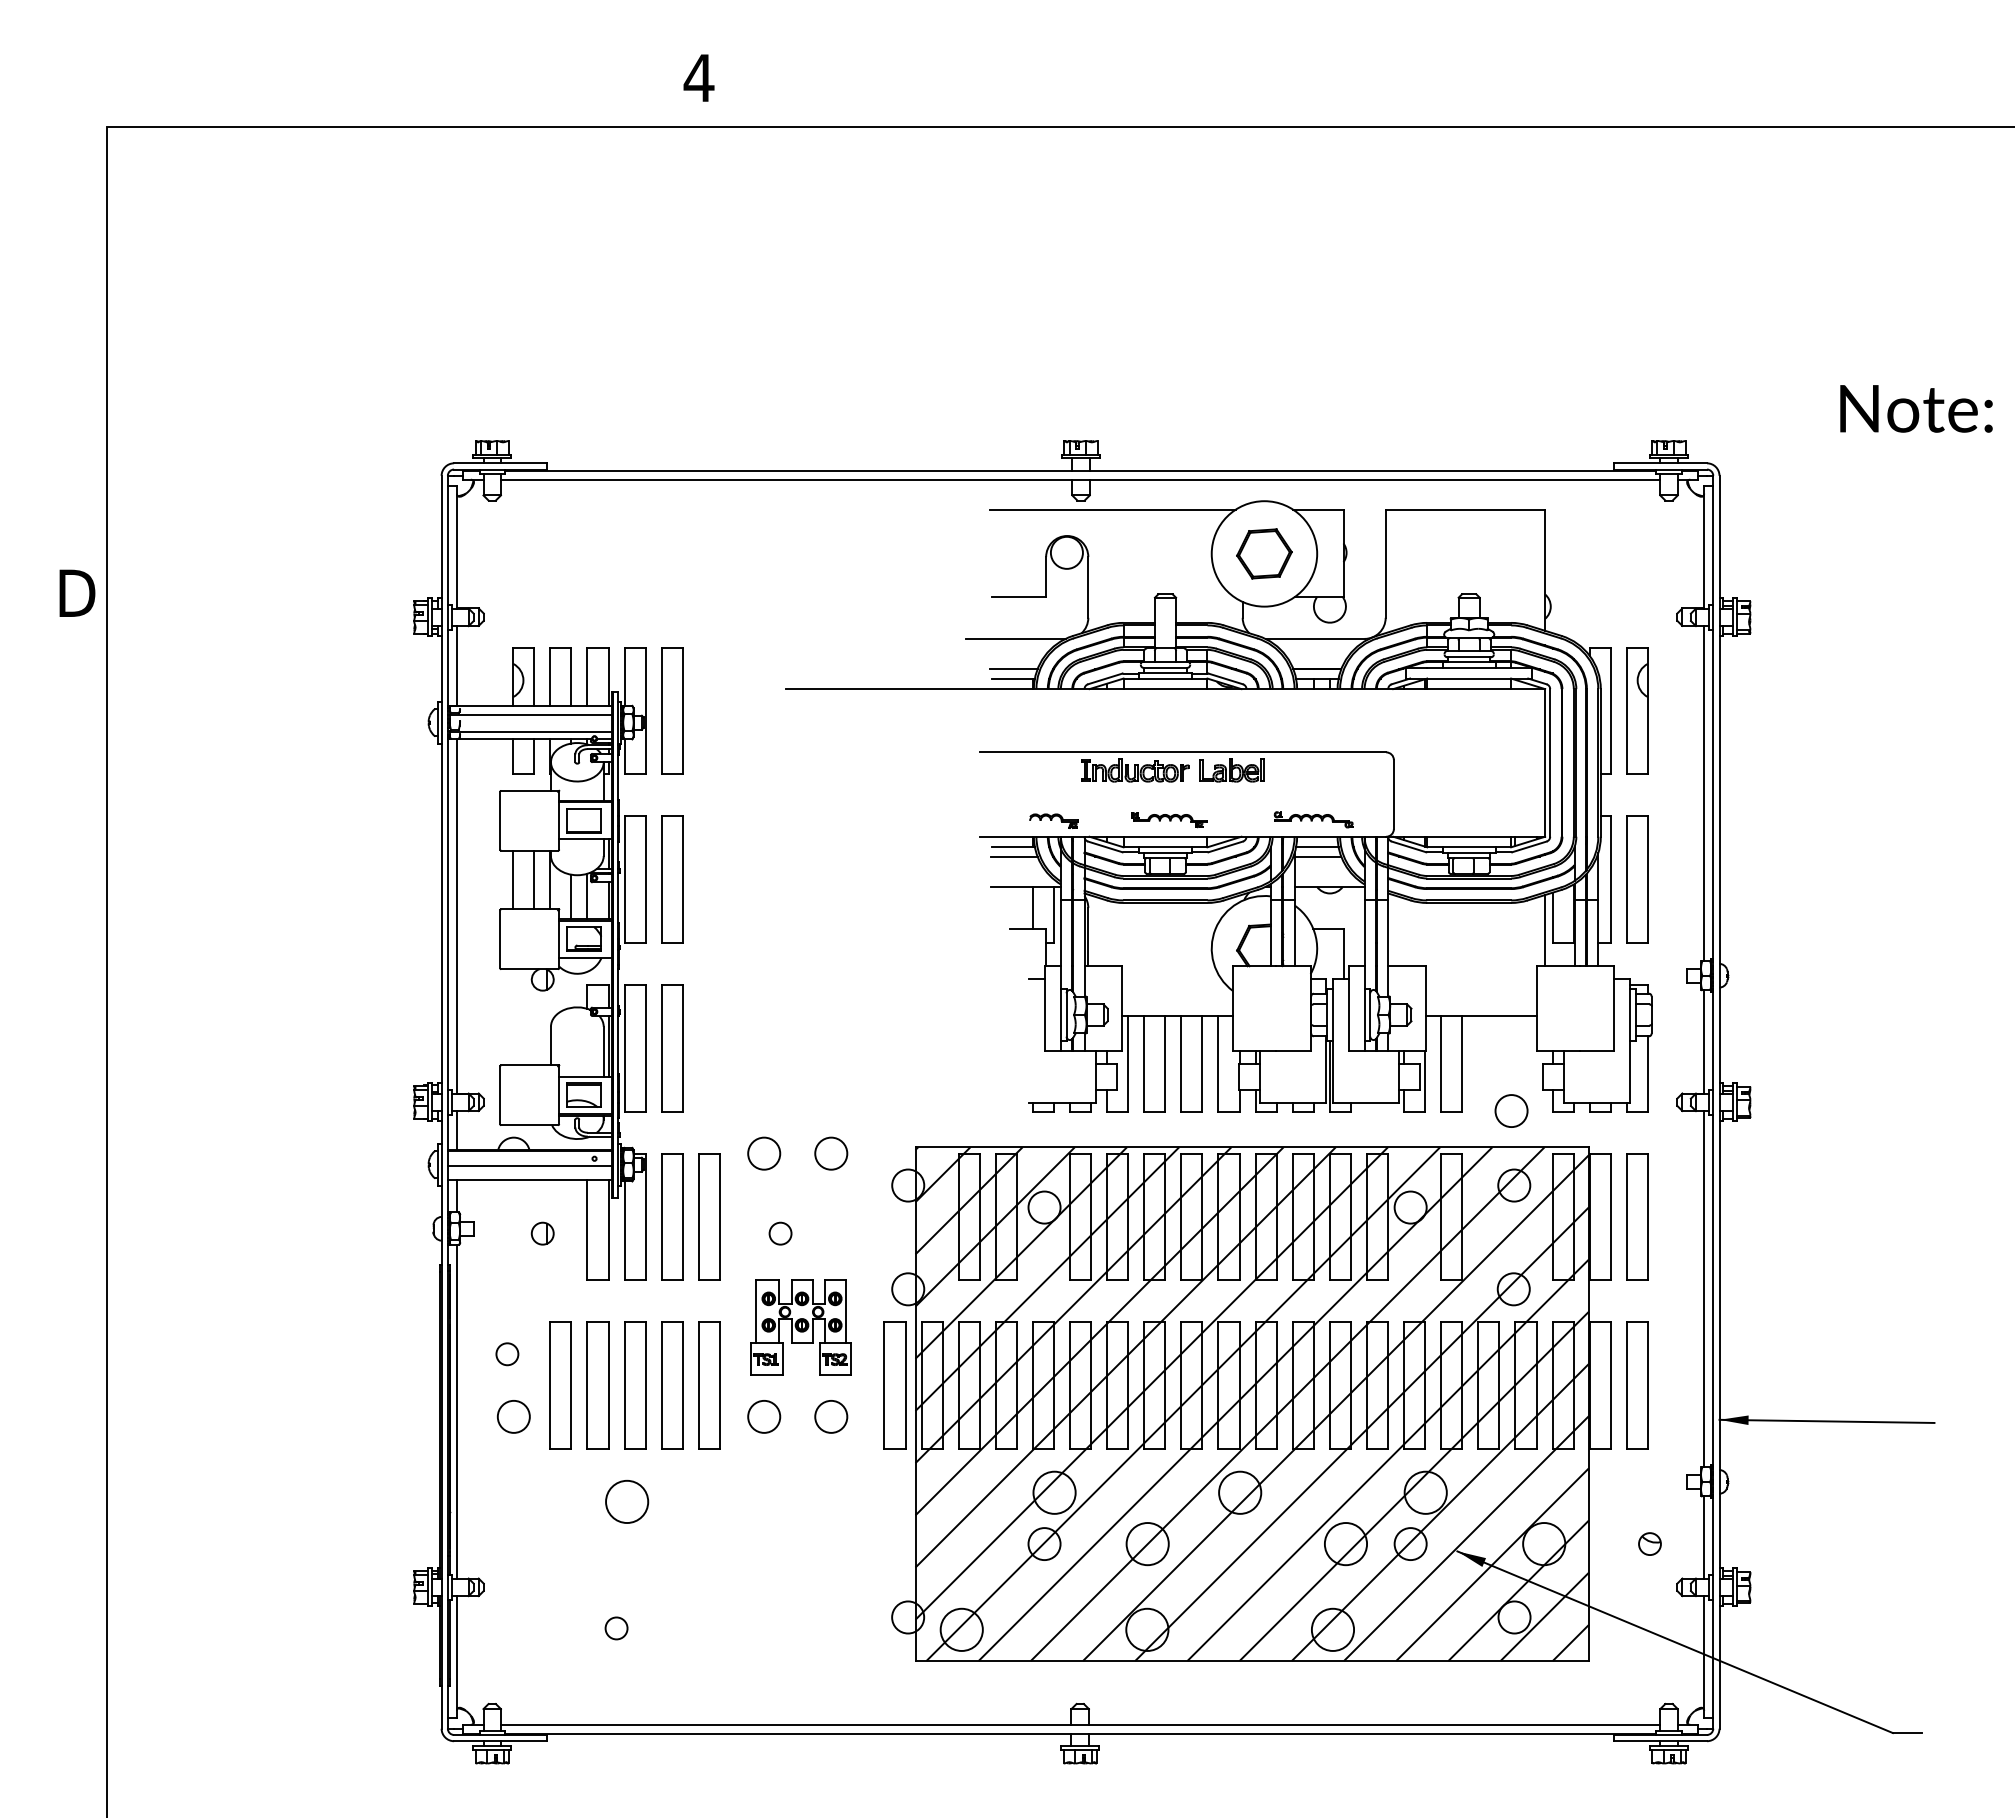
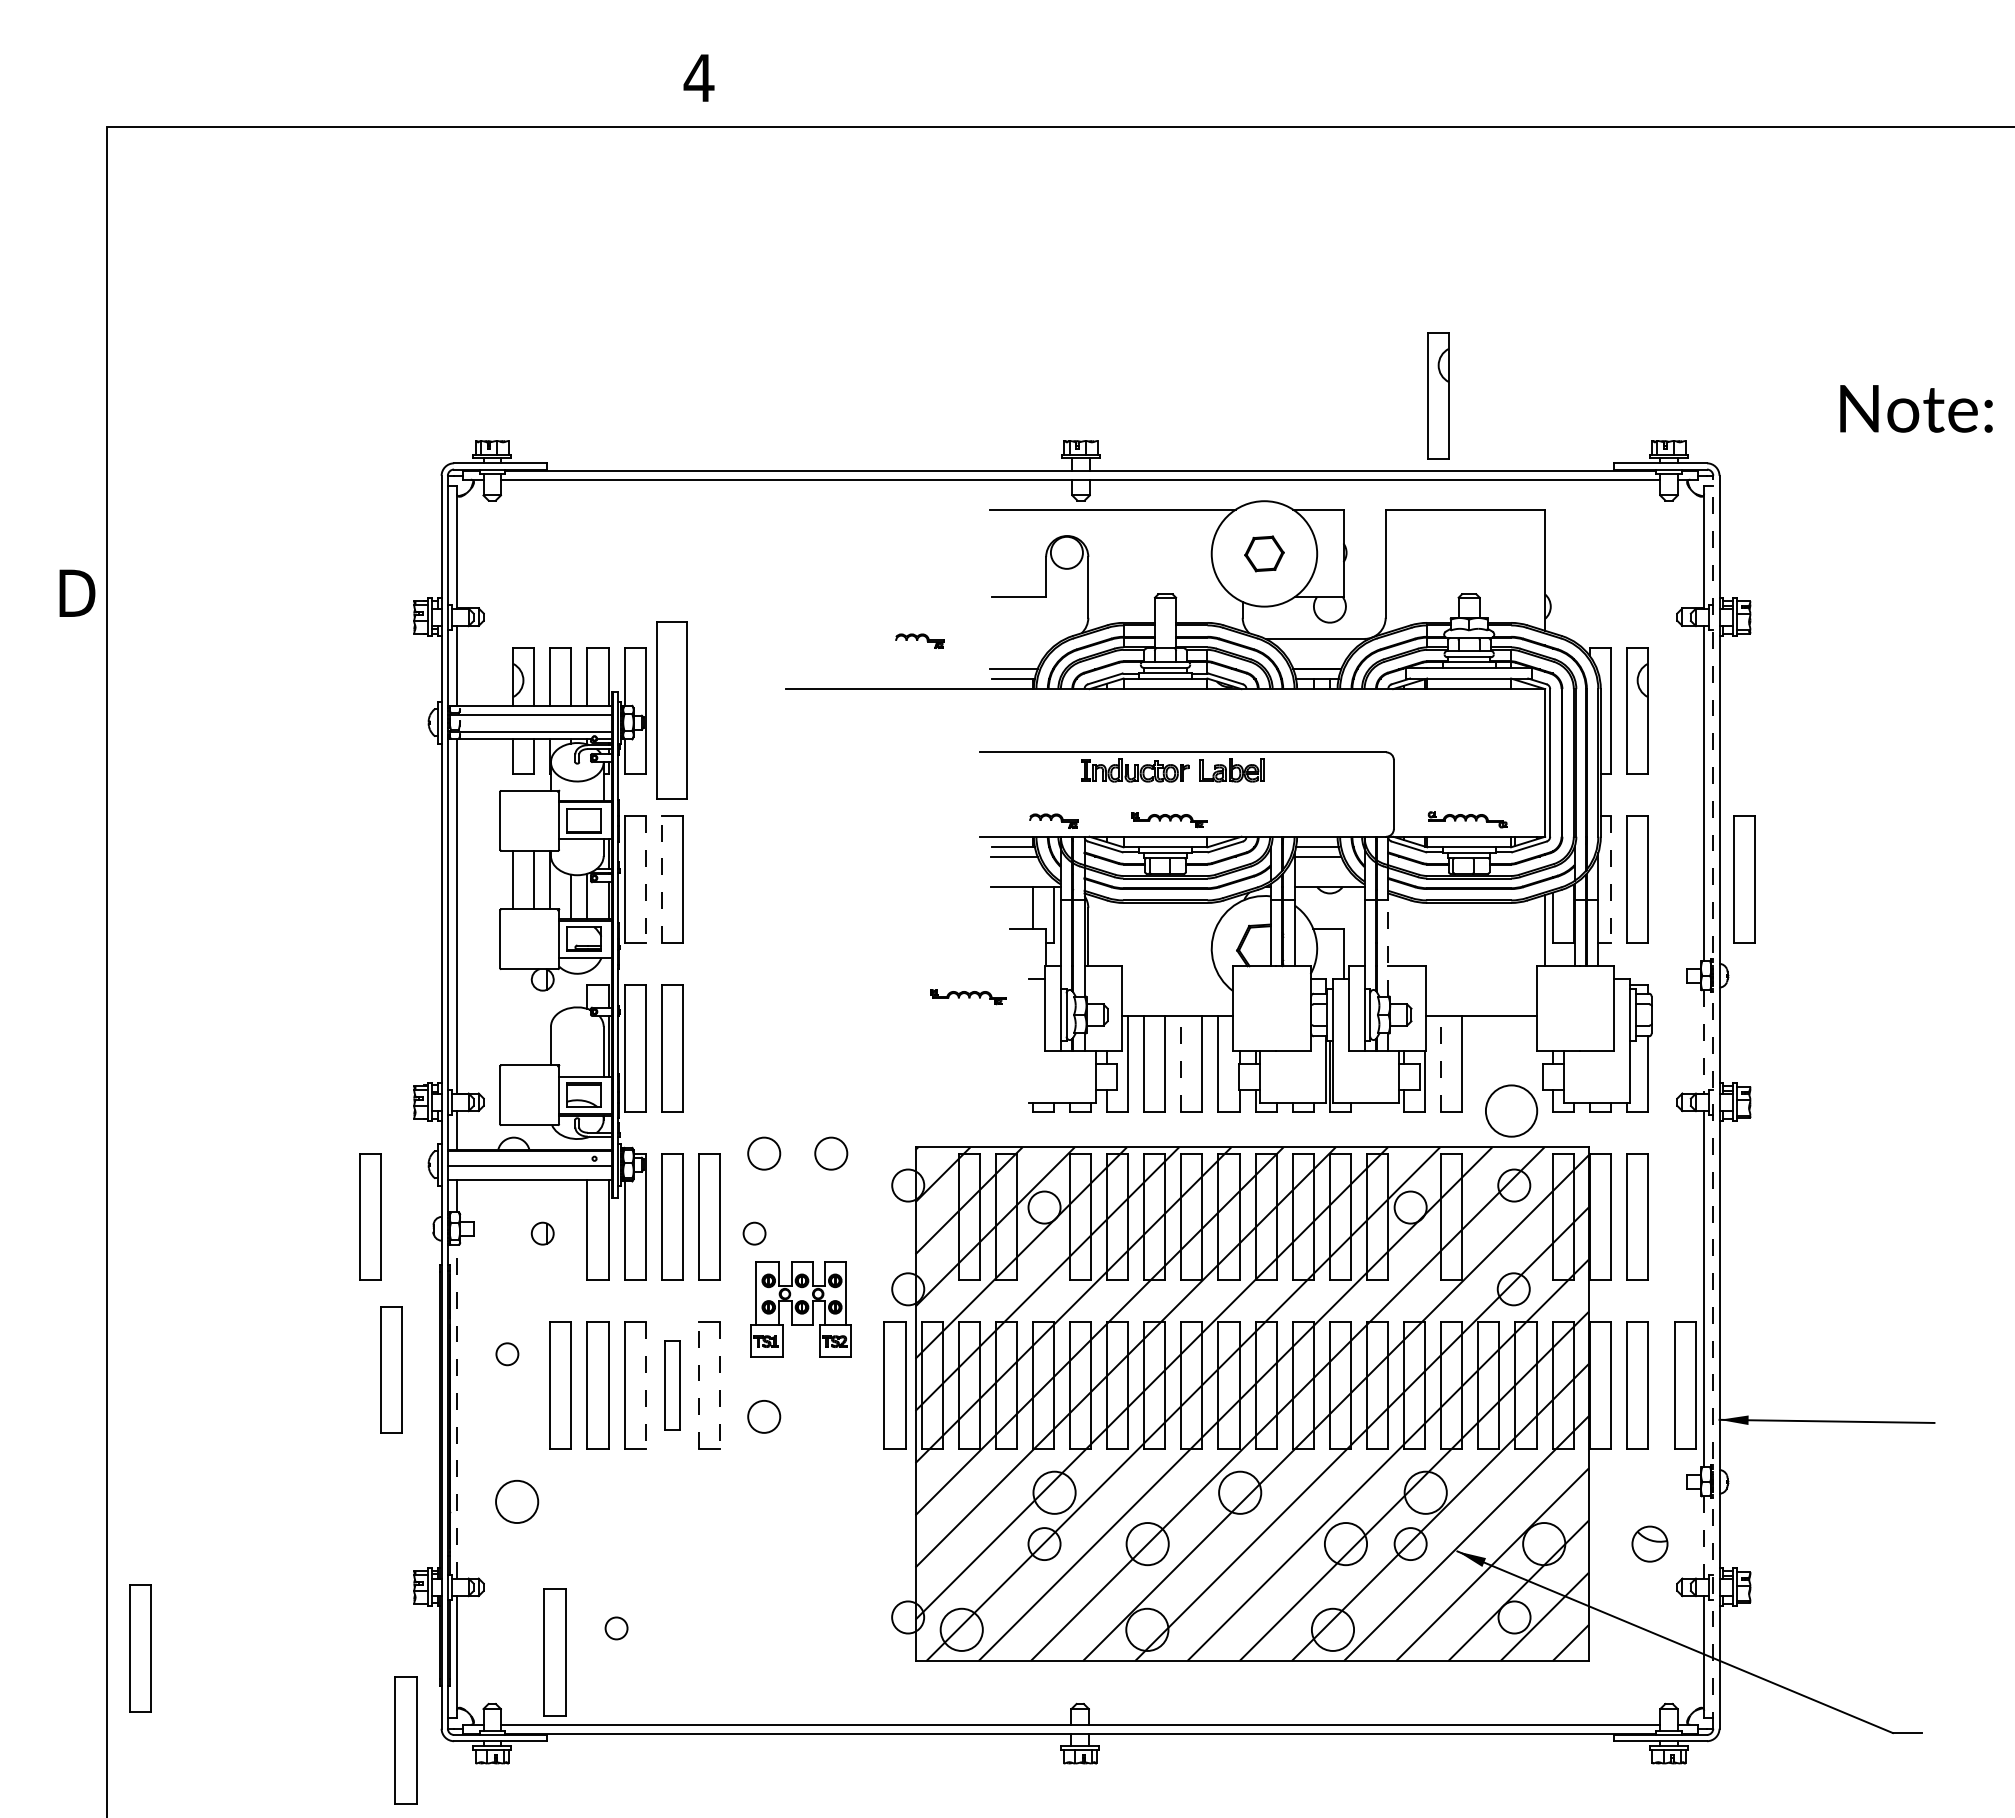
part at (1438, 395): none -> present
part at (1264, 553) size: 57x52 px -> 41x38 px
line at (1015, 638): present -> none
part at (919, 640): none -> present
part at (672, 710) size: 23x128 px -> 32x179 px
part at (1313, 819) position: (1313, 819) -> (1467, 819)
line at (661, 879): solid -> dashed
part at (1744, 879): none -> present
line at (645, 880): solid -> dashed
line at (1610, 880): solid -> dashed
line at (1388, 947): solid -> dashed
part at (968, 997): none -> present
line at (1704, 1041): solid -> dashed
line at (1181, 1063): solid -> dashed
line at (1441, 1063): solid -> dashed
line at (1713, 1101): solid -> dashed
circle at (1511, 1111) diameter: 32 px -> 51 px
part at (370, 1216): none -> present
circle at (780, 1233) position: (780, 1233) -> (754, 1233)
part at (800, 1327) position: (800, 1327) -> (800, 1309)
part at (391, 1369): none -> present
part at (672, 1385) size: 23x129 px -> 17x91 px
line at (698, 1385): solid -> dashed
part at (1685, 1385): none -> present
line at (645, 1386): solid -> dashed
line at (719, 1386): solid -> dashed
line at (456, 1411): solid -> dashed
circle at (513, 1416): present -> none
circle at (831, 1416): present -> none
circle at (627, 1501) position: (627, 1501) -> (517, 1501)
line at (1704, 1537): solid -> dashed
part at (1649, 1543) size: 24x24 px -> 38x38 px
part at (140, 1648): none -> present
part at (554, 1652): none -> present
part at (405, 1740): none -> present
